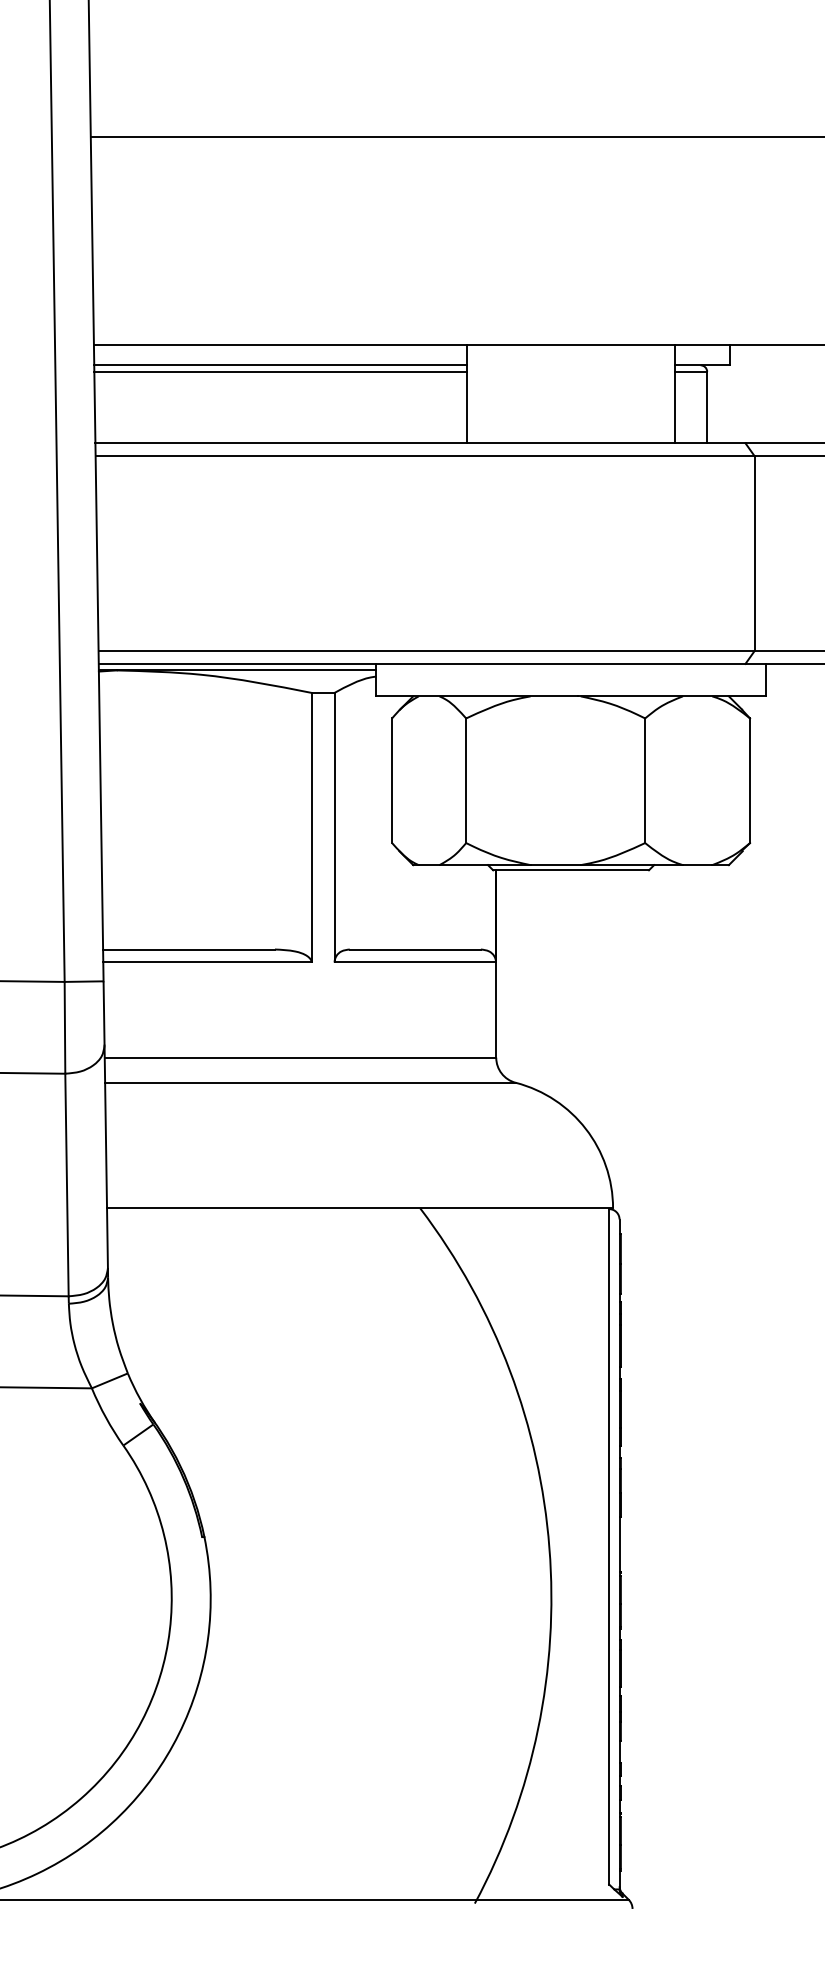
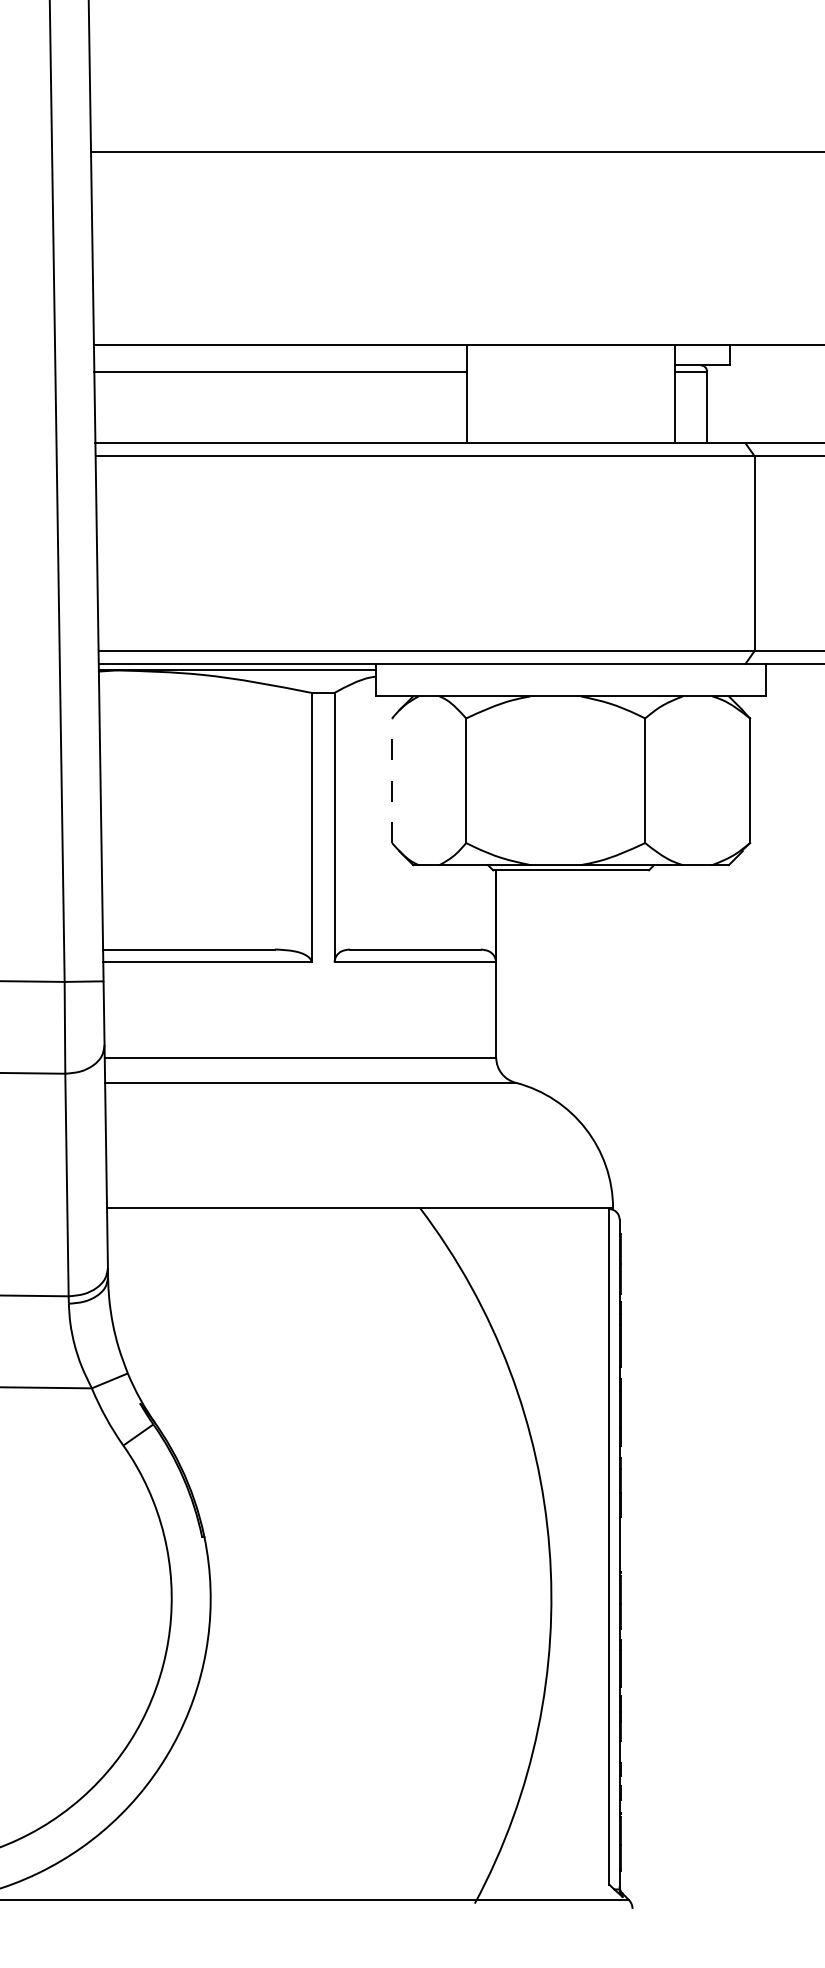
line at (455, 136) position: (455, 136) -> (455, 151)
line at (280, 365): present -> none
line at (392, 780): solid -> dashed
